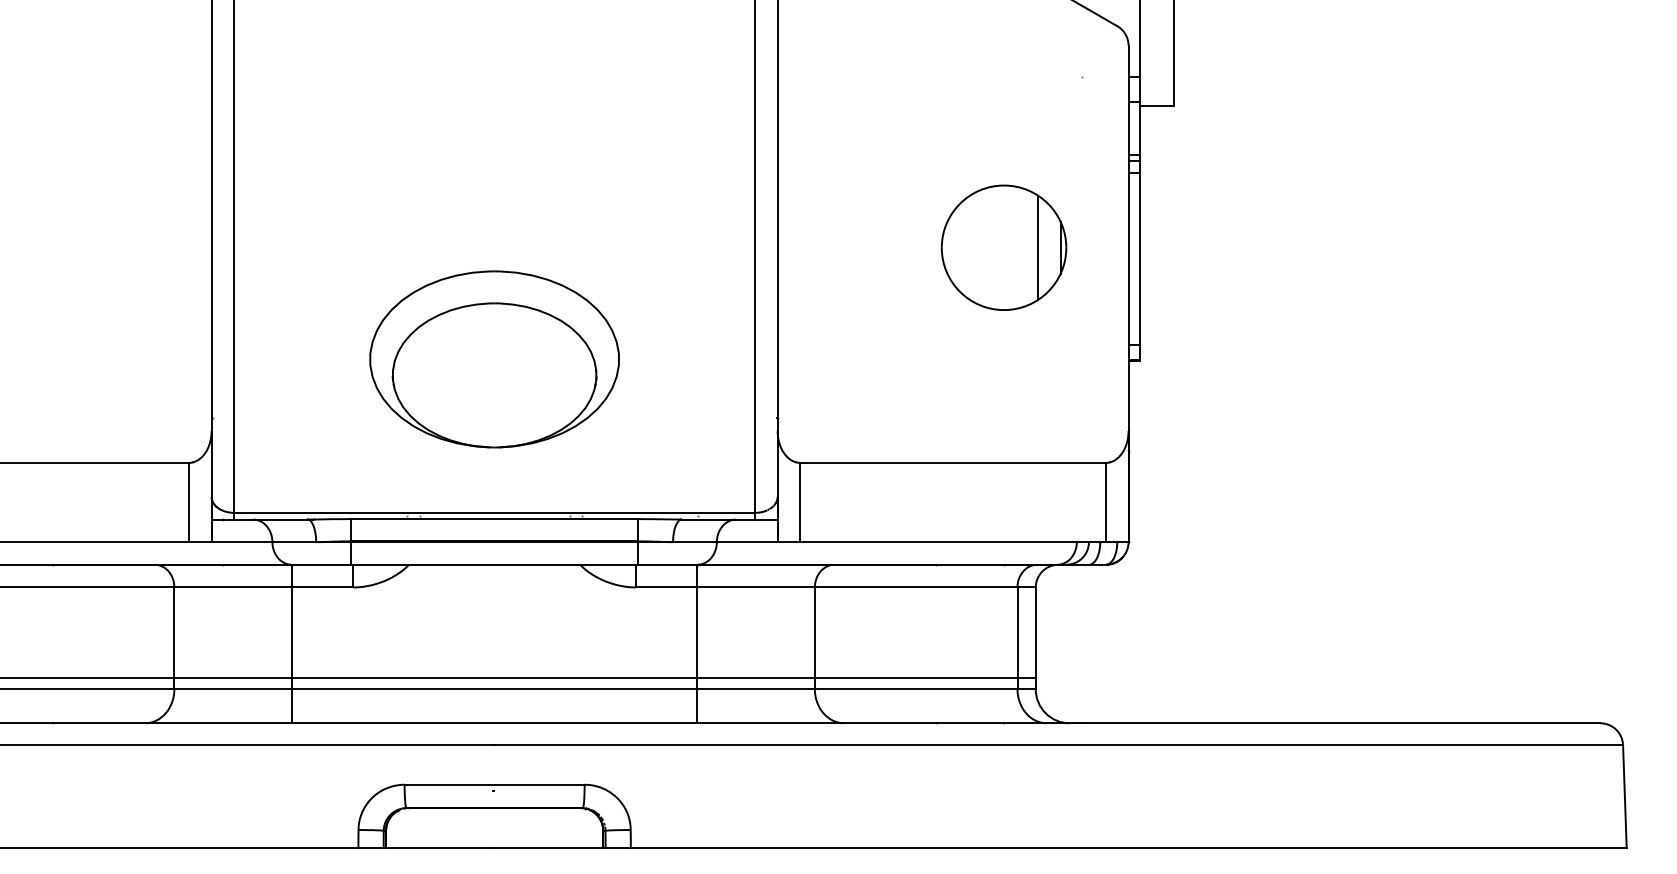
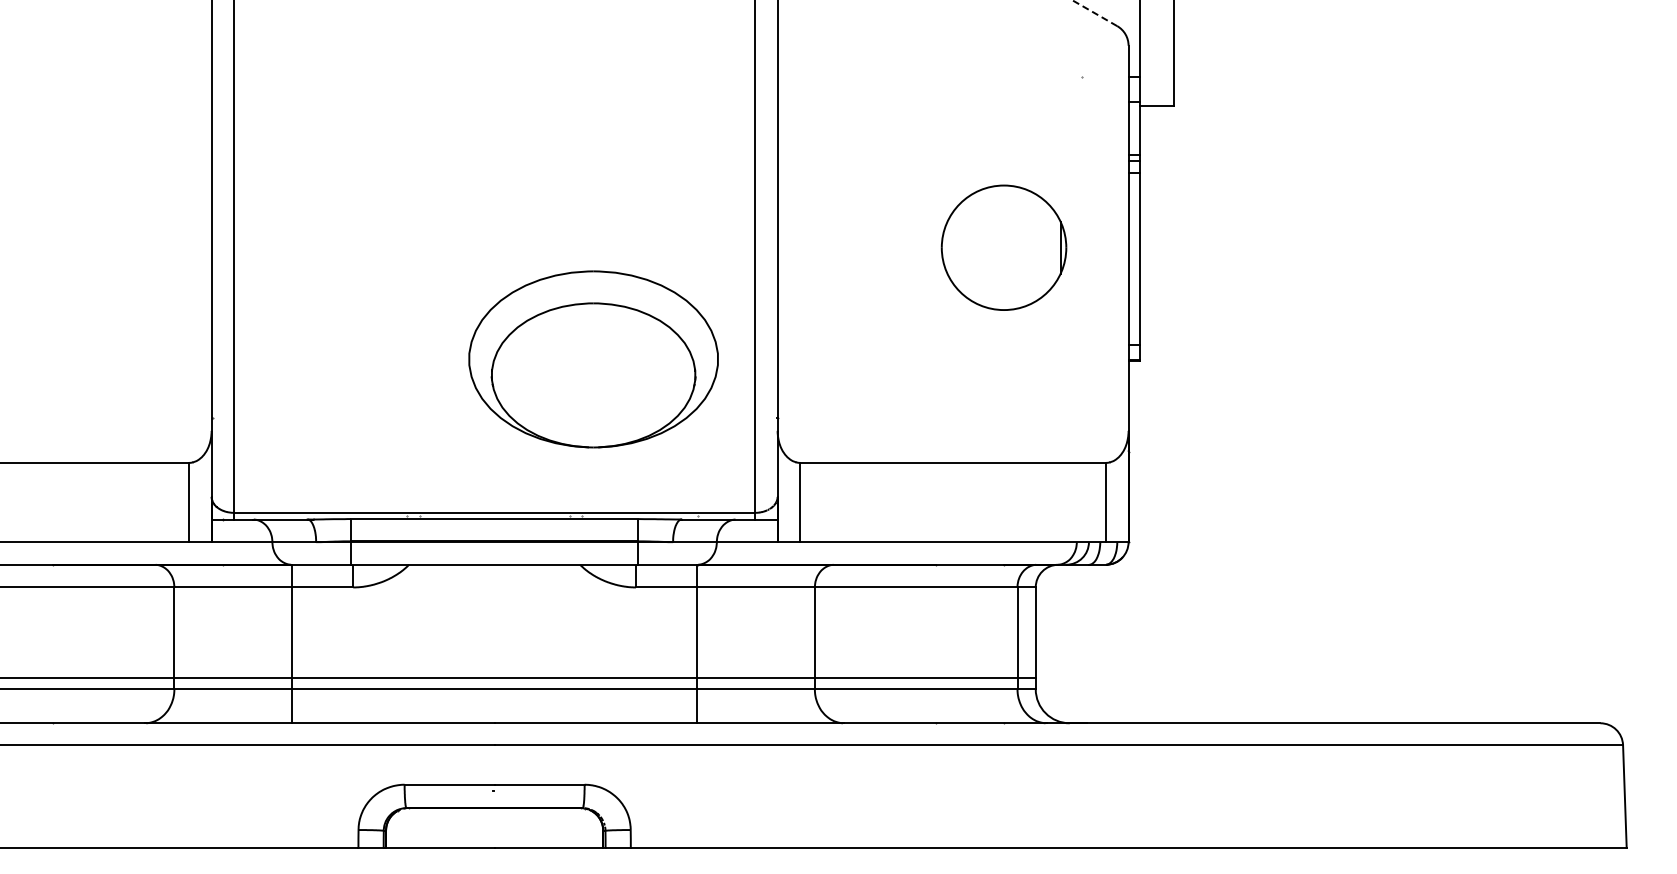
line at (1094, 13): solid -> dashed
line at (1038, 247): present -> none
part at (494, 359) position: (494, 359) -> (593, 359)
